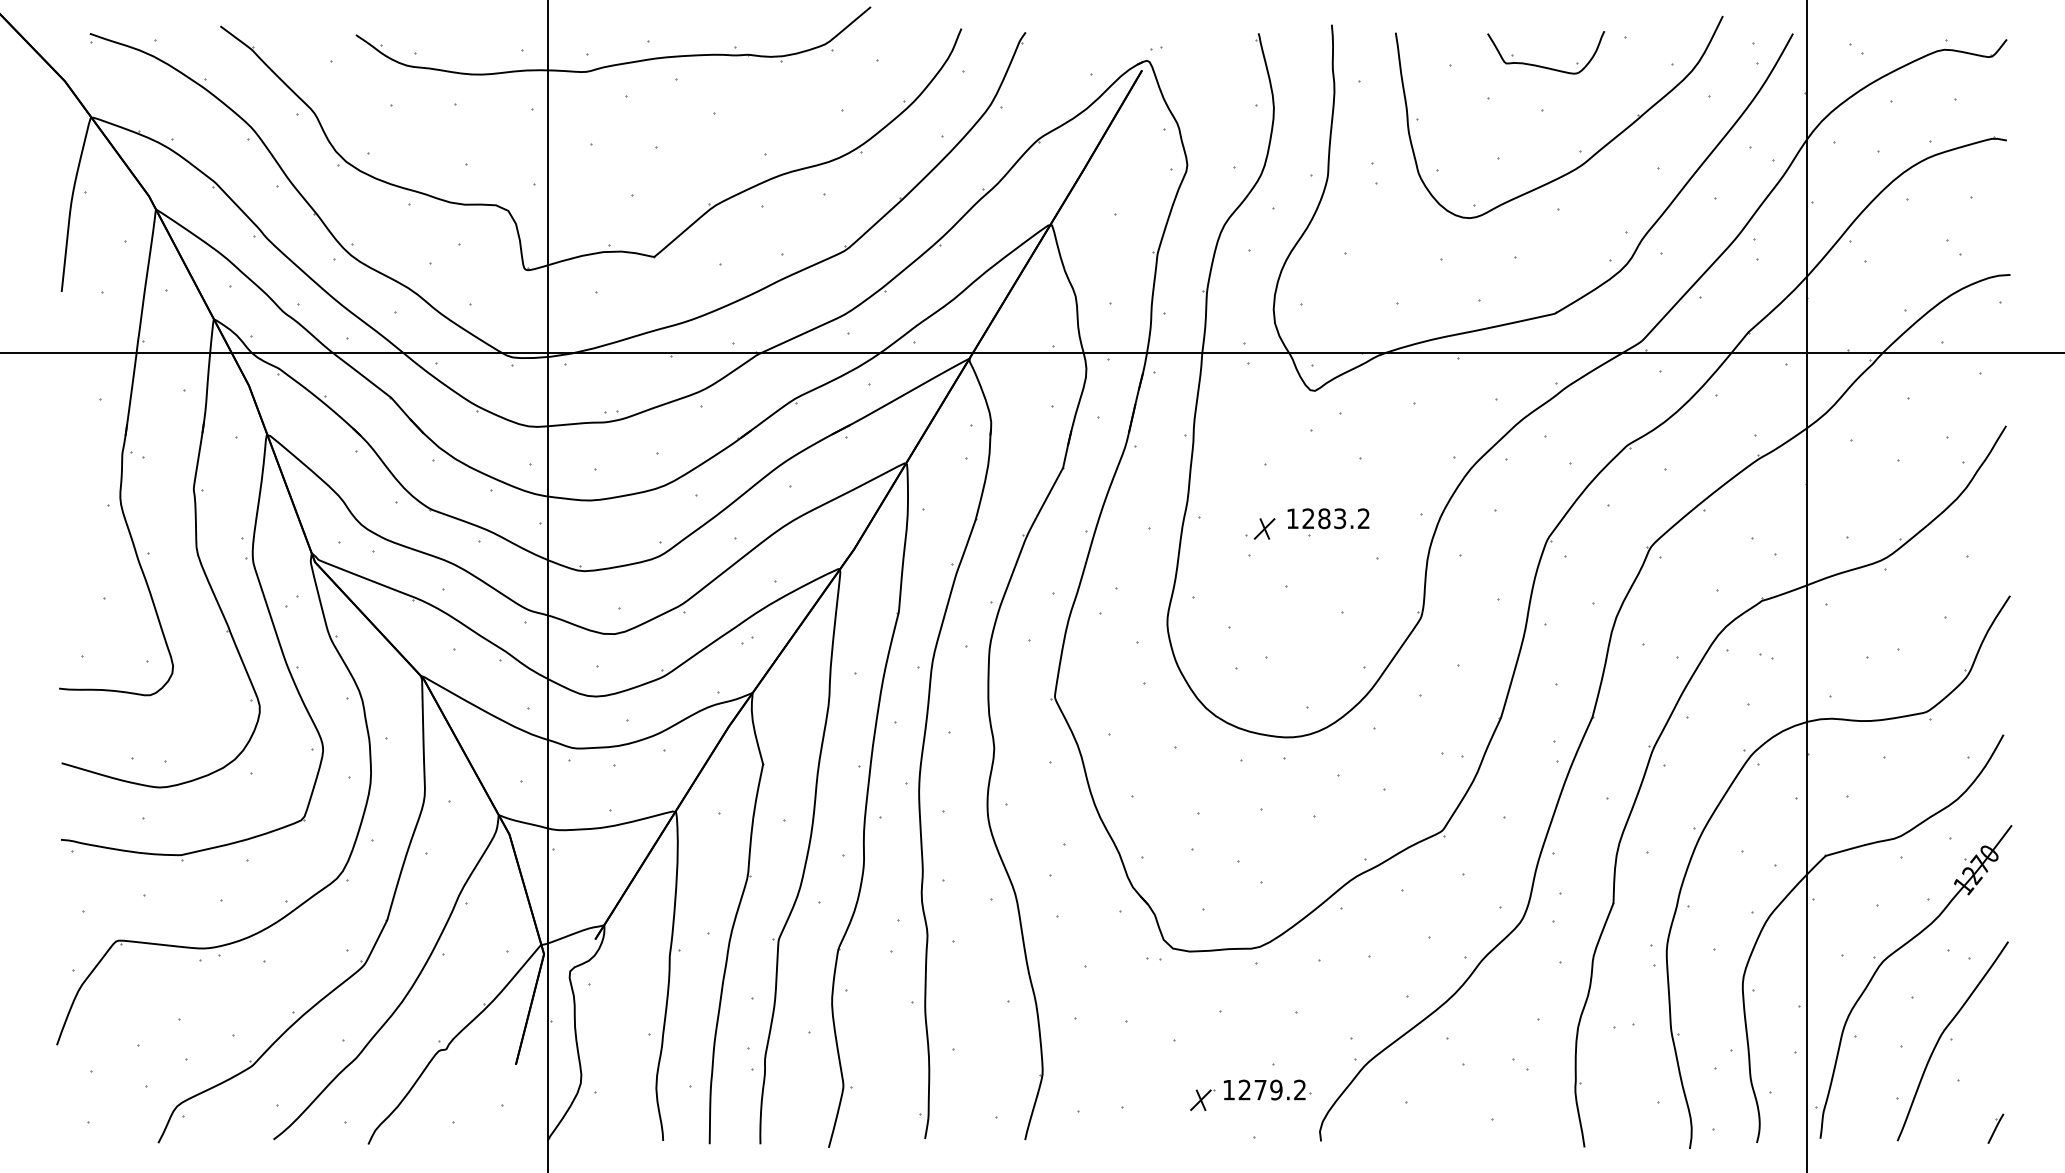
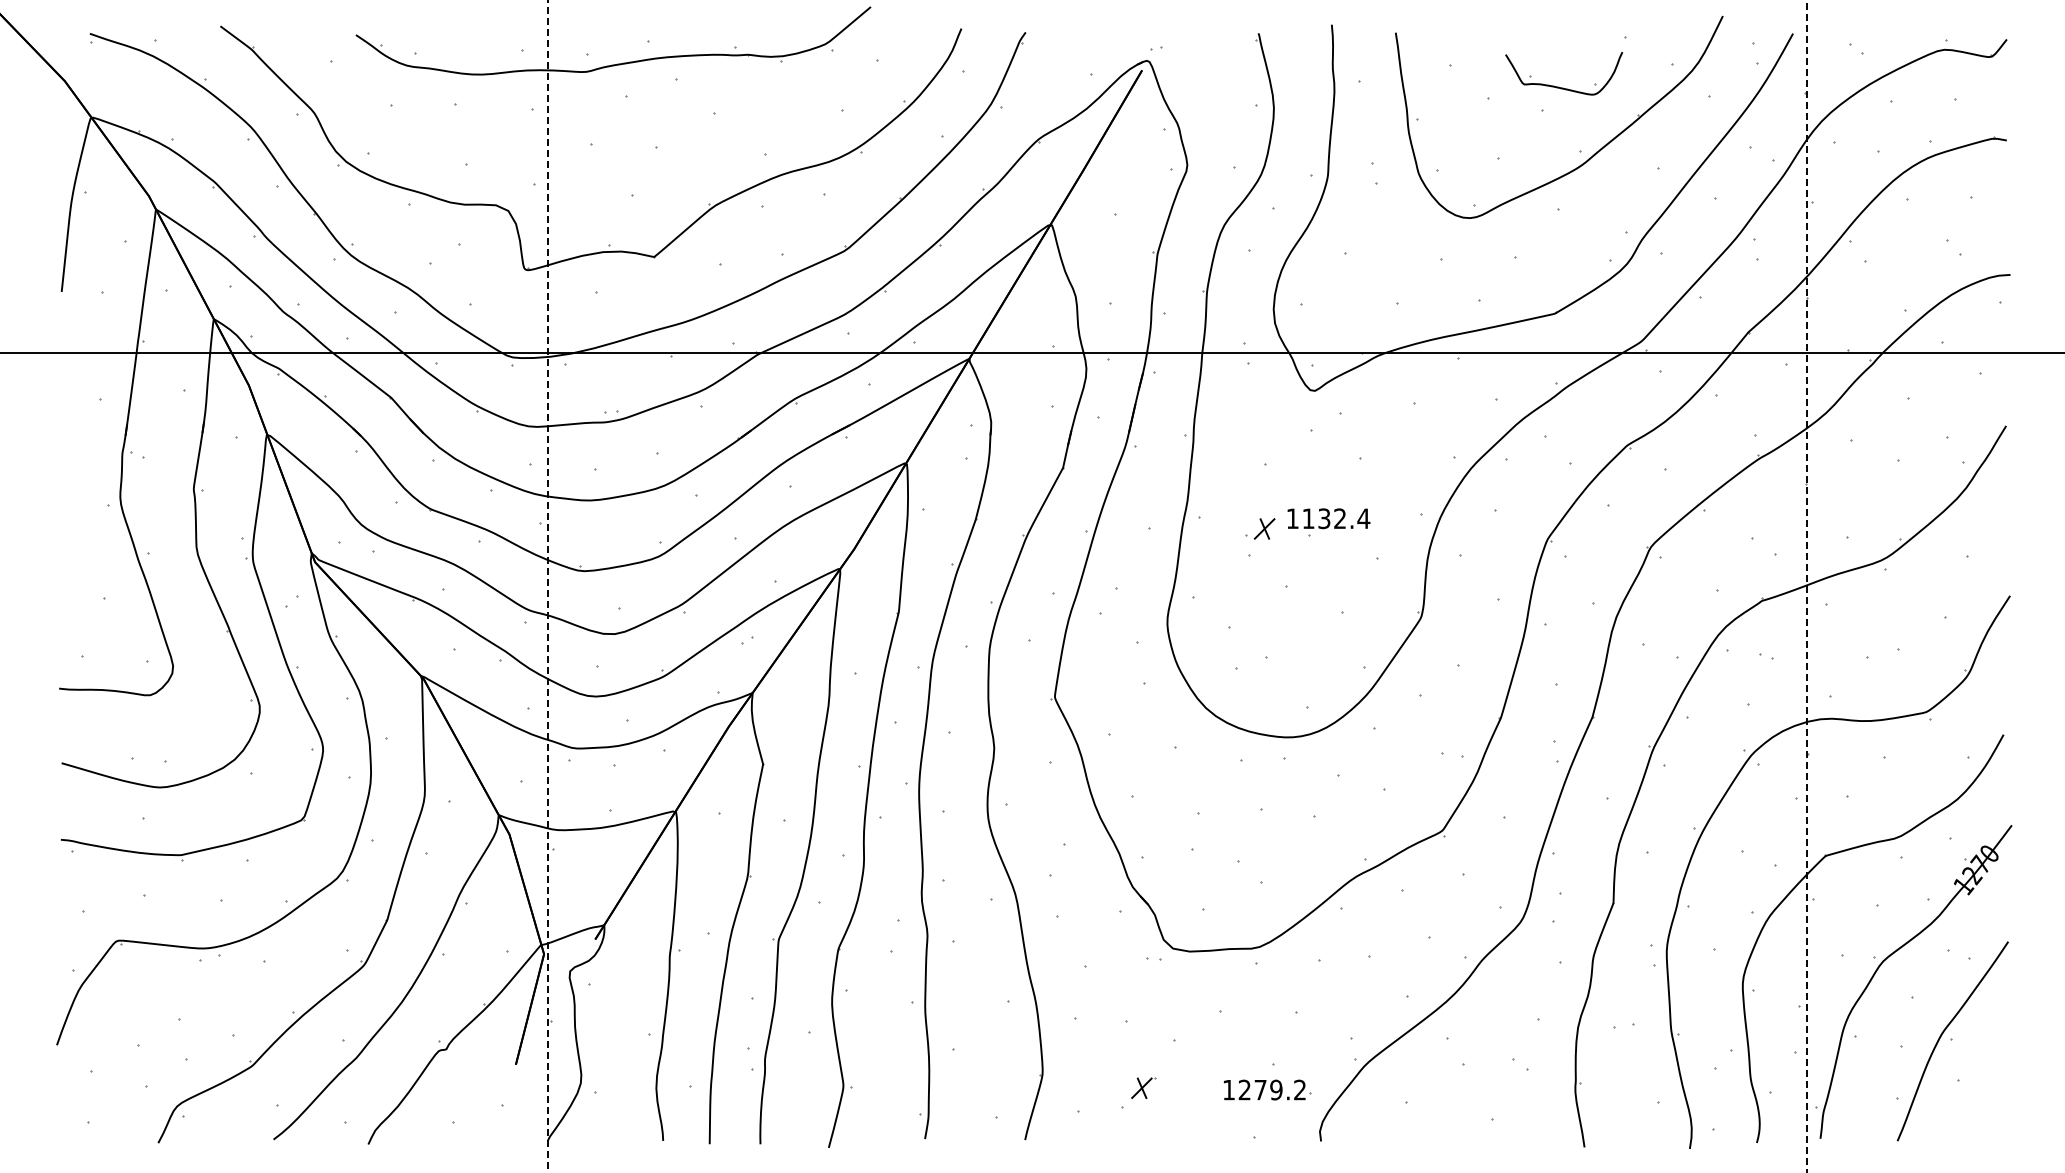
part at (1545, 66) position: (1545, 66) -> (1563, 87)
text at (1336, 518): 1283.2 -> 1132.4
line at (548, 585): solid -> dashed
line at (1806, 586): solid -> dashed
part at (1202, 1099) position: (1202, 1099) -> (1143, 1087)
part at (1995, 1128): present -> none
